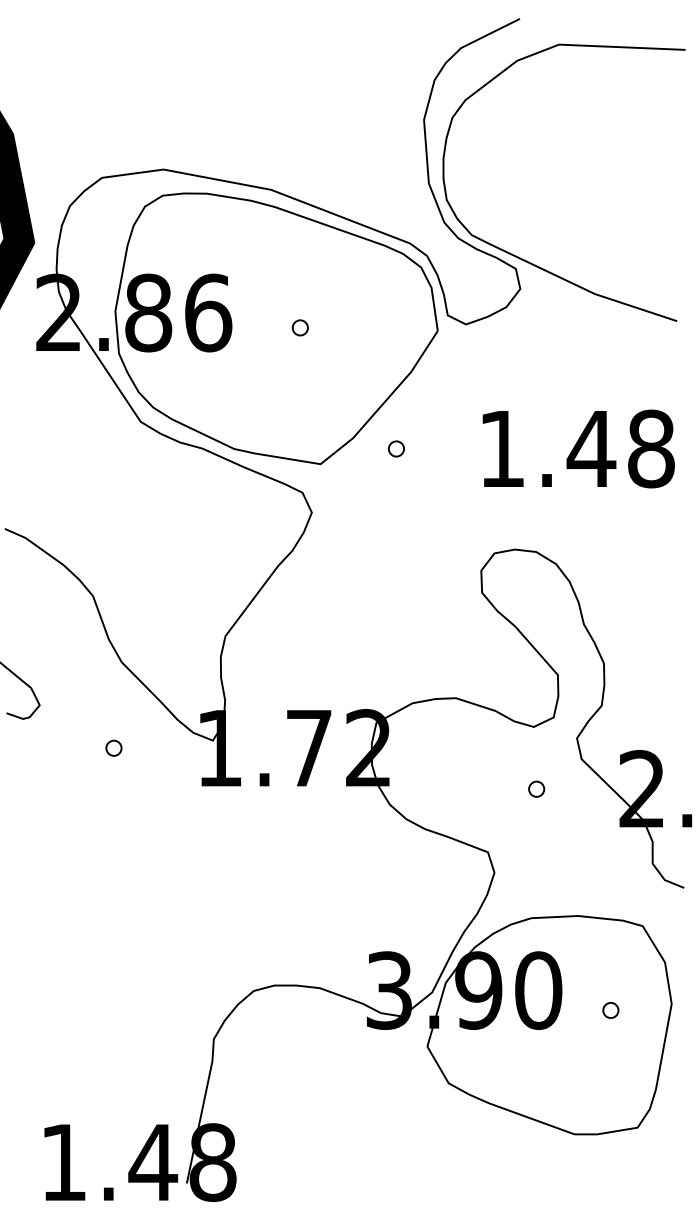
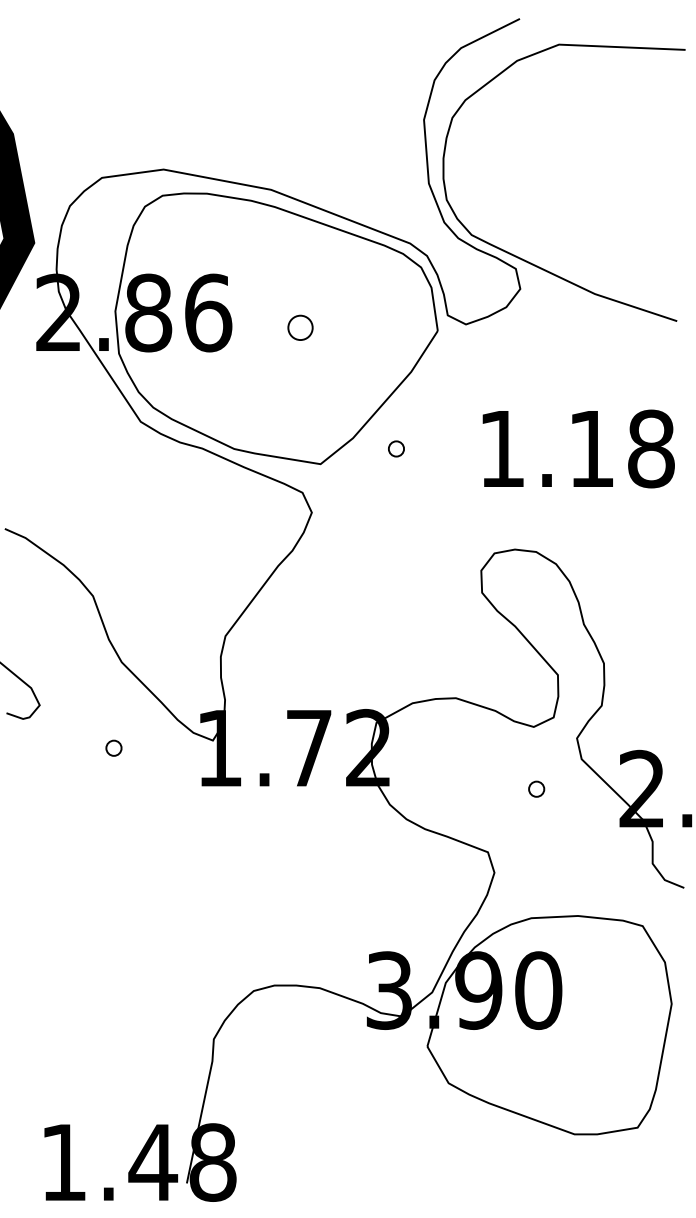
part at (299, 327) size: 18x18 px -> 27x27 px
text at (591, 448): 1.48 -> 1.18
part at (610, 1010): present -> none
